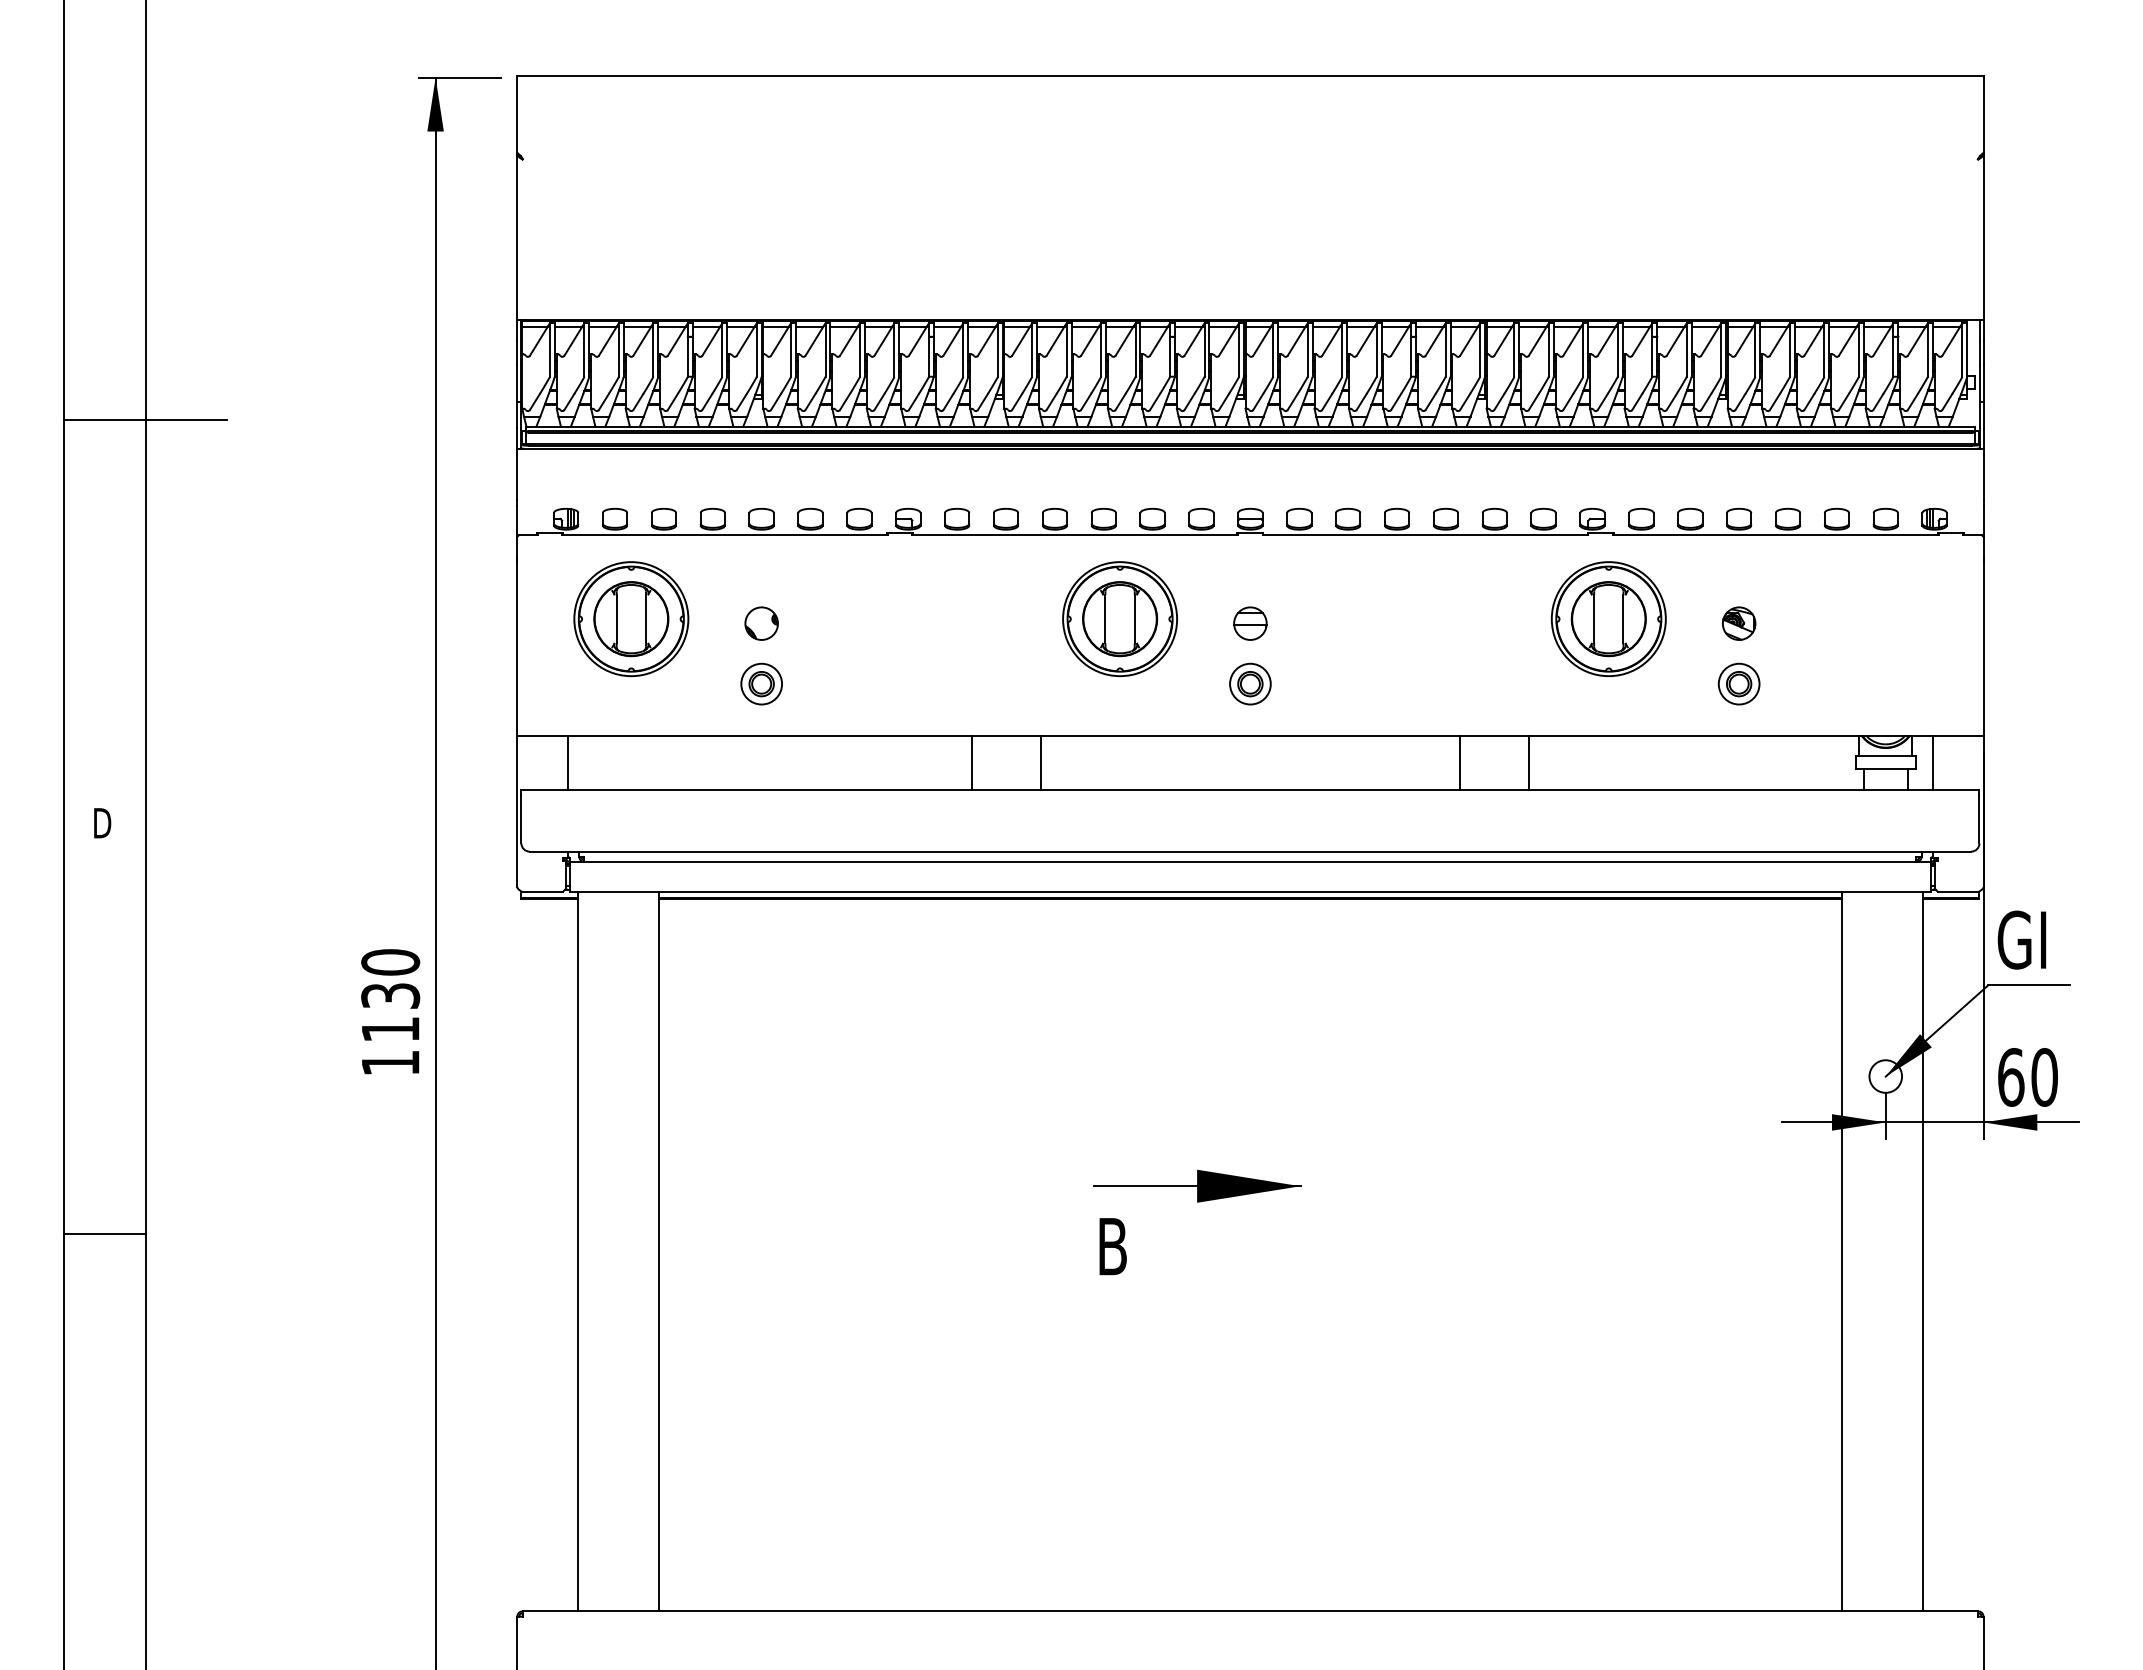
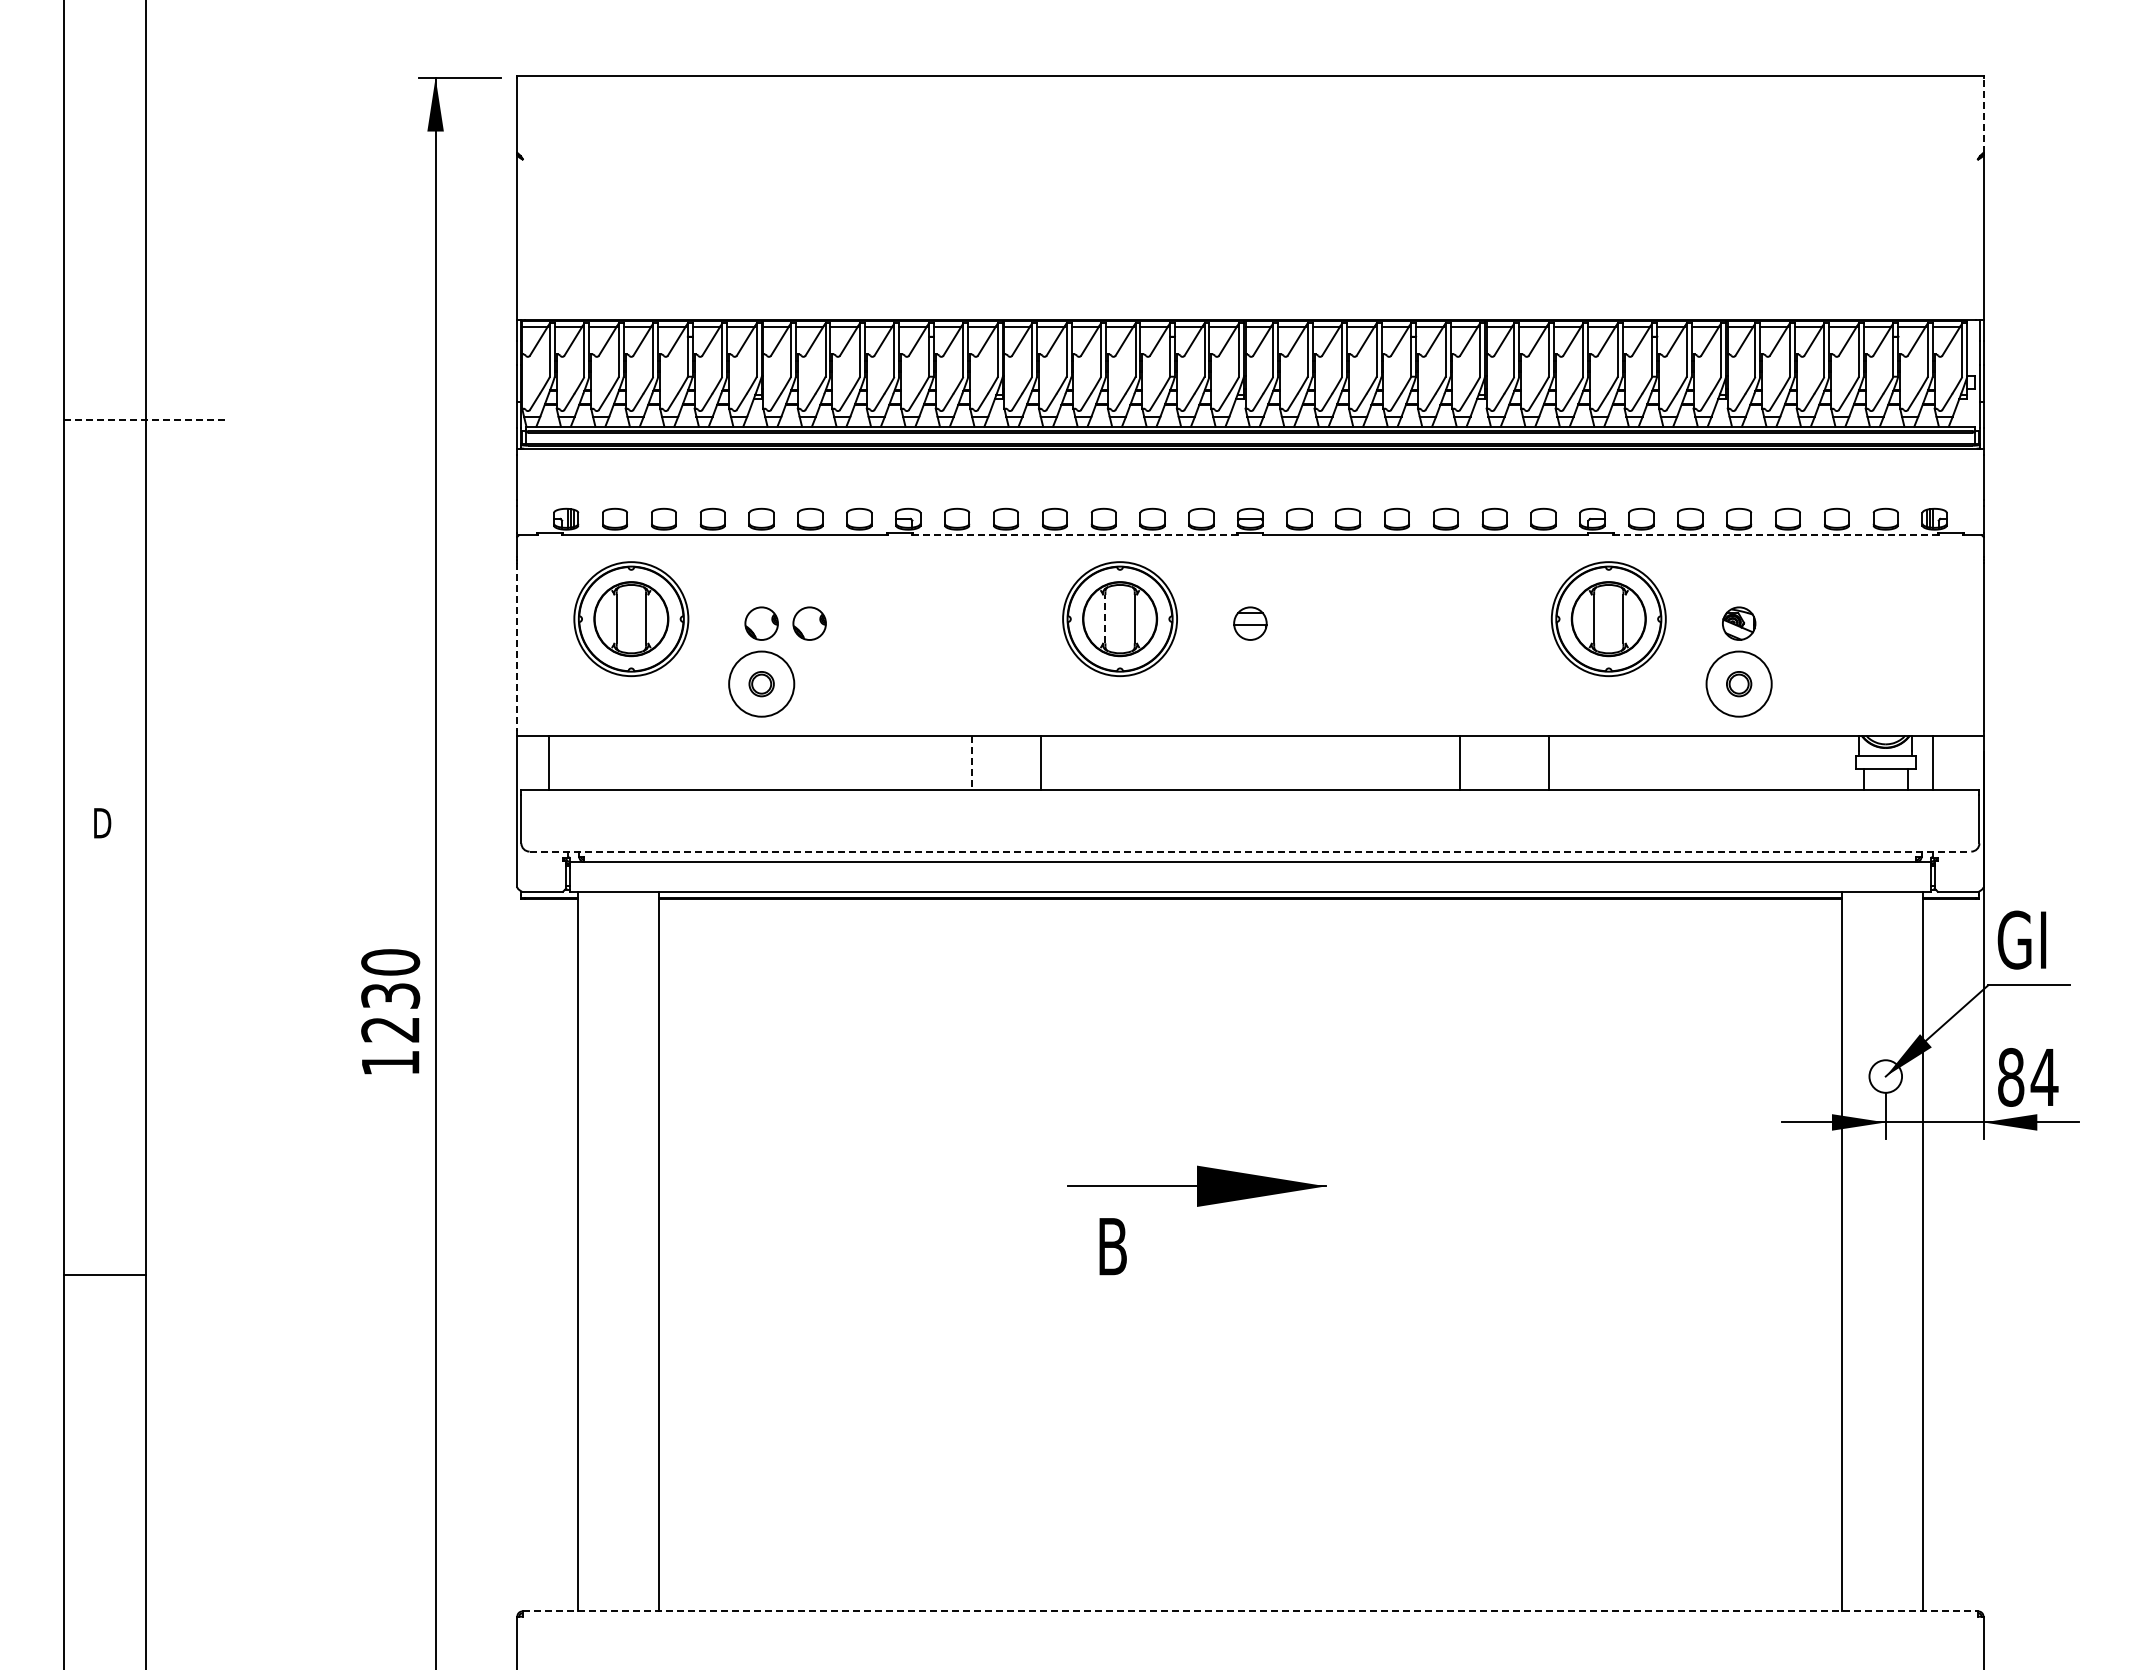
line at (1983, 115): solid -> dashed
line at (146, 419): solid -> dashed
line at (1075, 535): solid -> dashed
line at (1775, 535): solid -> dashed
line at (1105, 618): solid -> dashed
part at (809, 623): none -> present
line at (517, 647): solid -> dashed
circle at (761, 683) diameter: 41 px -> 65 px
part at (1250, 683): present -> none
circle at (1738, 683) diameter: 41 px -> 65 px
line at (567, 762) position: (567, 762) -> (548, 762)
line at (1529, 762) position: (1529, 762) -> (1549, 762)
line at (971, 763): solid -> dashed
line at (1250, 851): solid -> dashed
text at (390, 1029): 1130 -> 1230
text at (2028, 1077): 60 -> 84
part at (1197, 1185) size: 209x34 px -> 260x42 px
line at (104, 1234) position: (104, 1234) -> (104, 1275)
line at (1250, 1611): solid -> dashed
